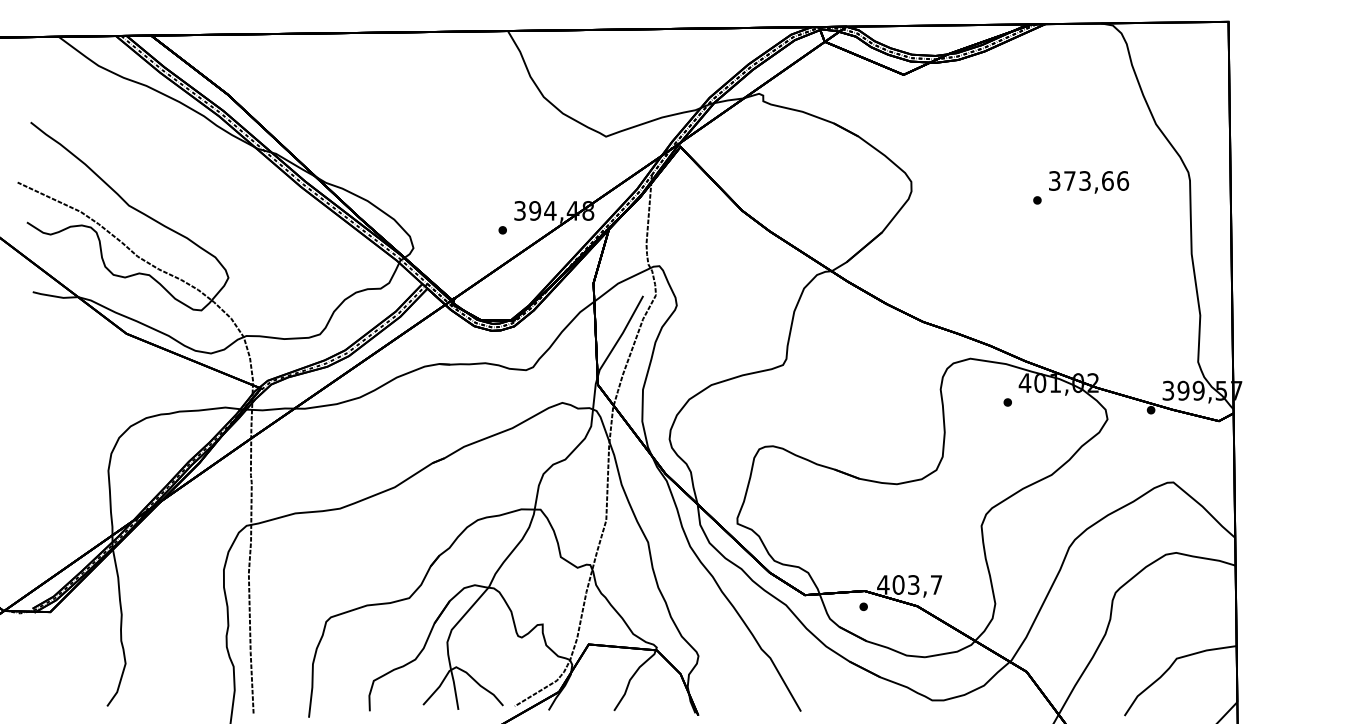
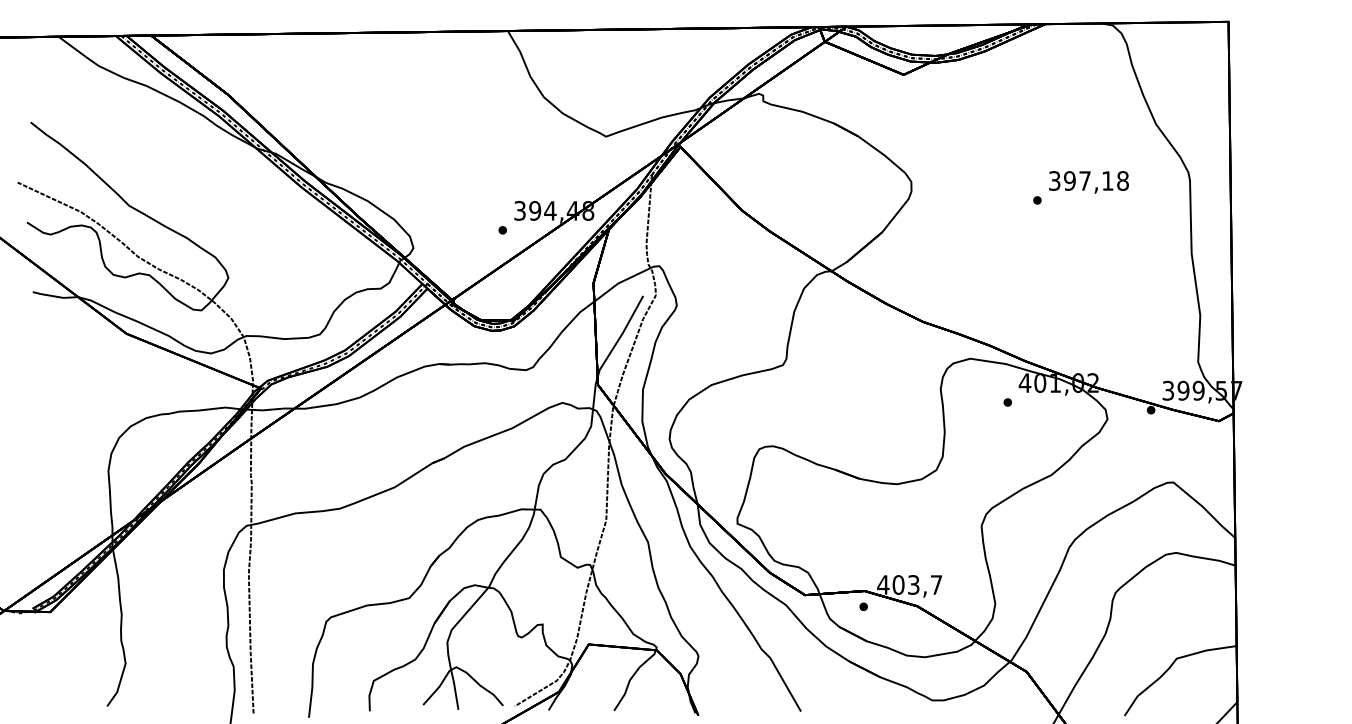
text at (1096, 180): 373,66 -> 397,18
